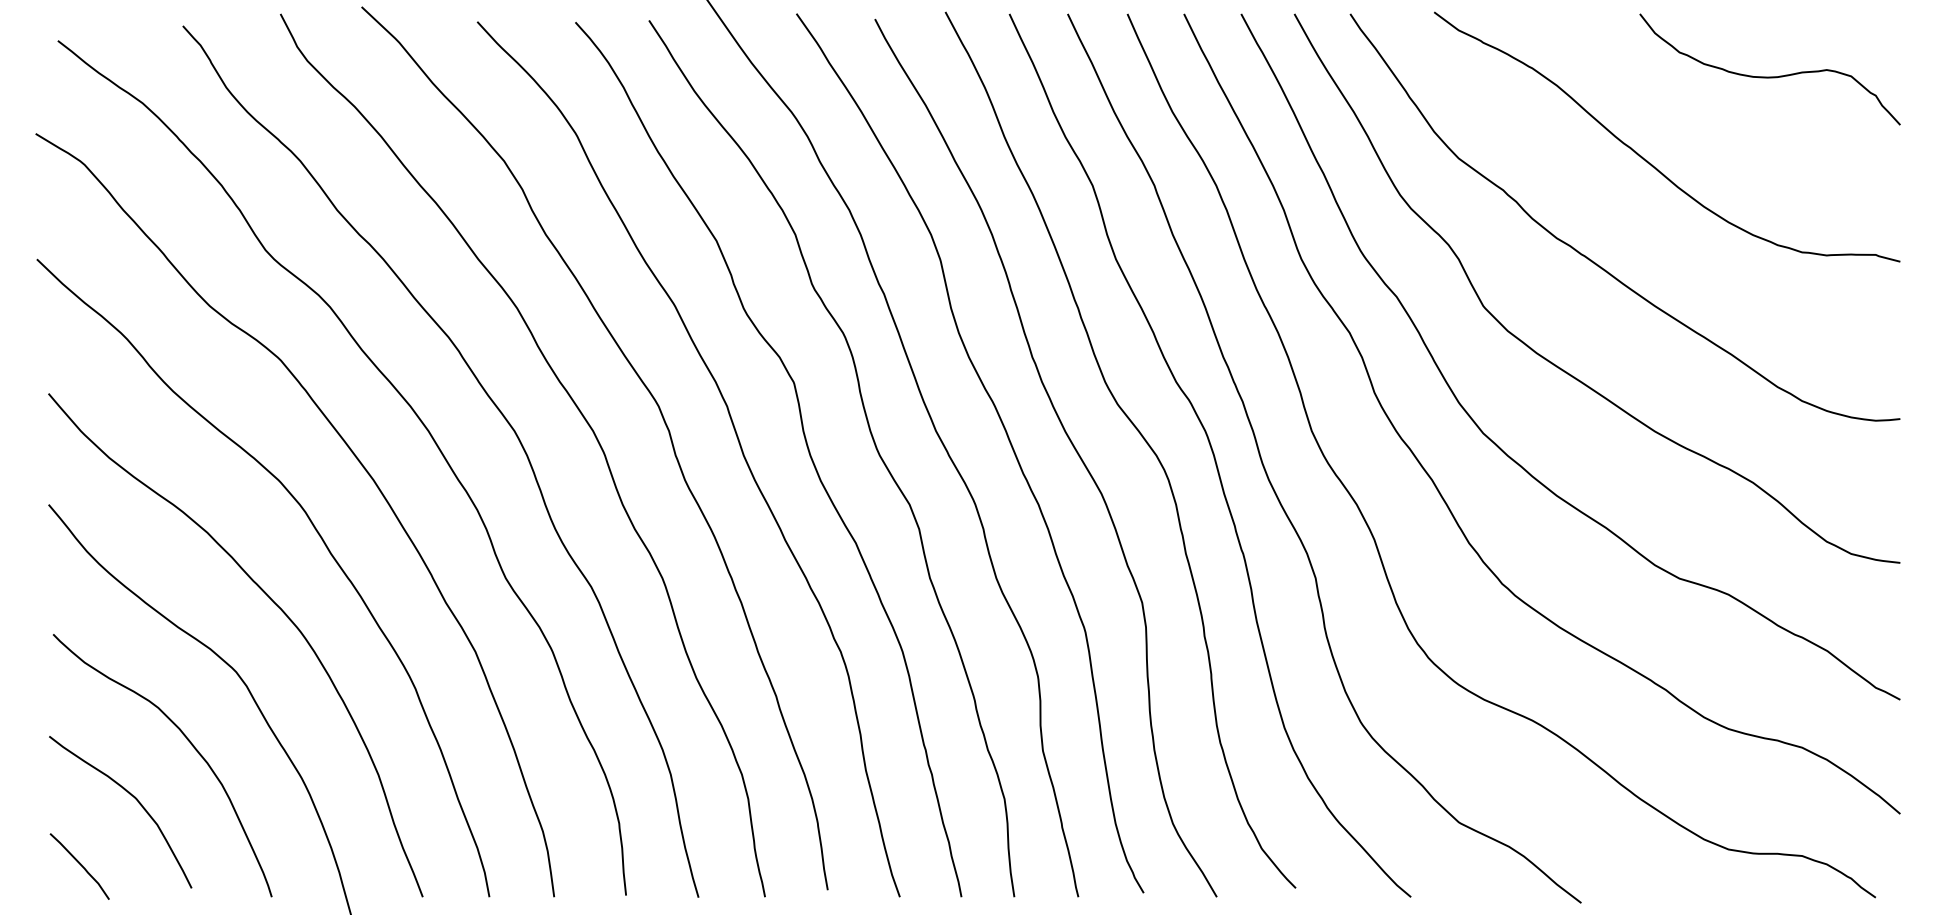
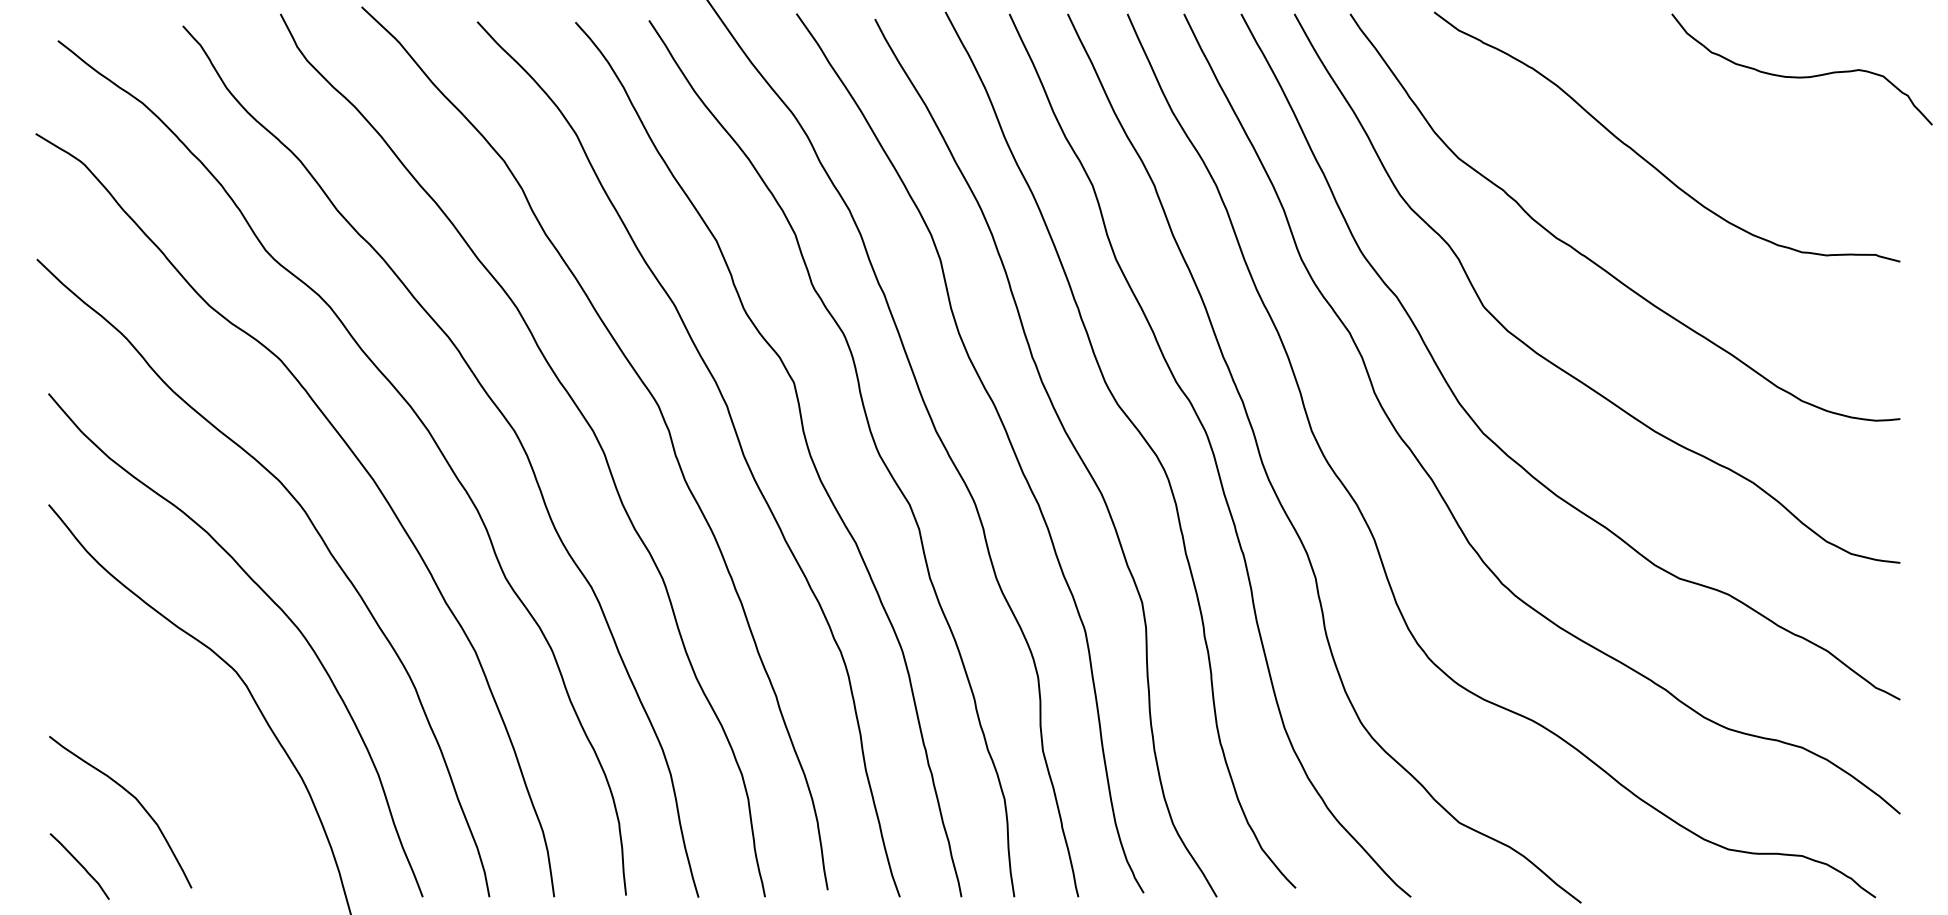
curve at (1769, 76) position: (1769, 76) -> (1801, 76)
curve at (190, 744): present -> none
